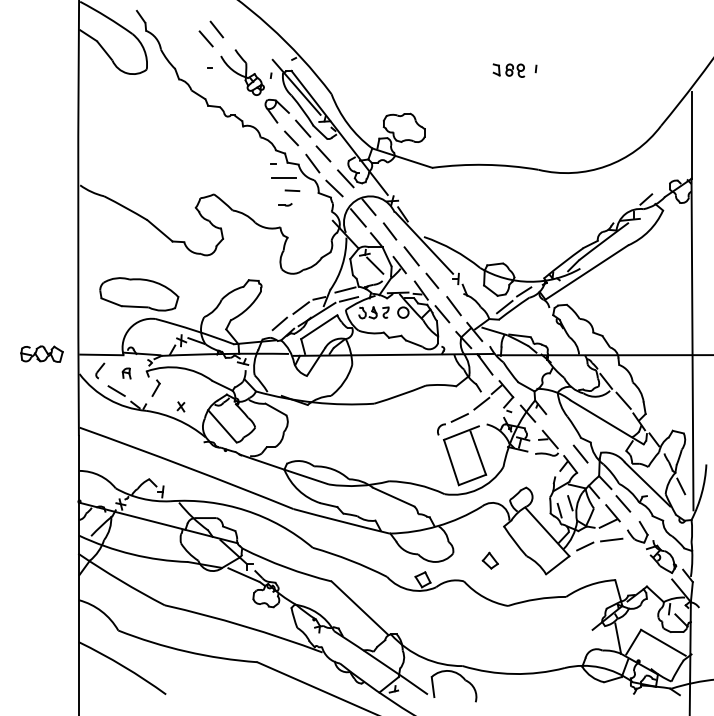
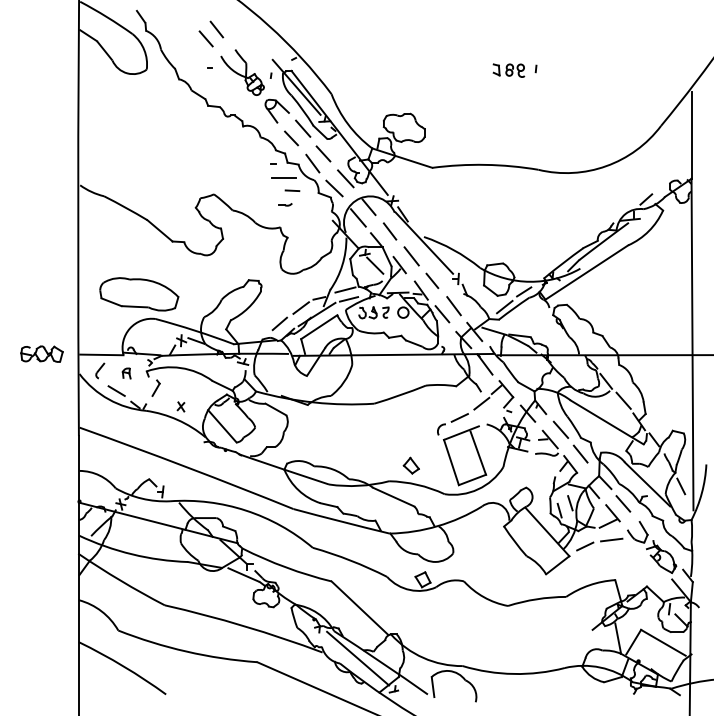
line at (560, 429): none -> present
part at (489, 560) position: (489, 560) -> (410, 465)
line at (358, 658): none -> present
